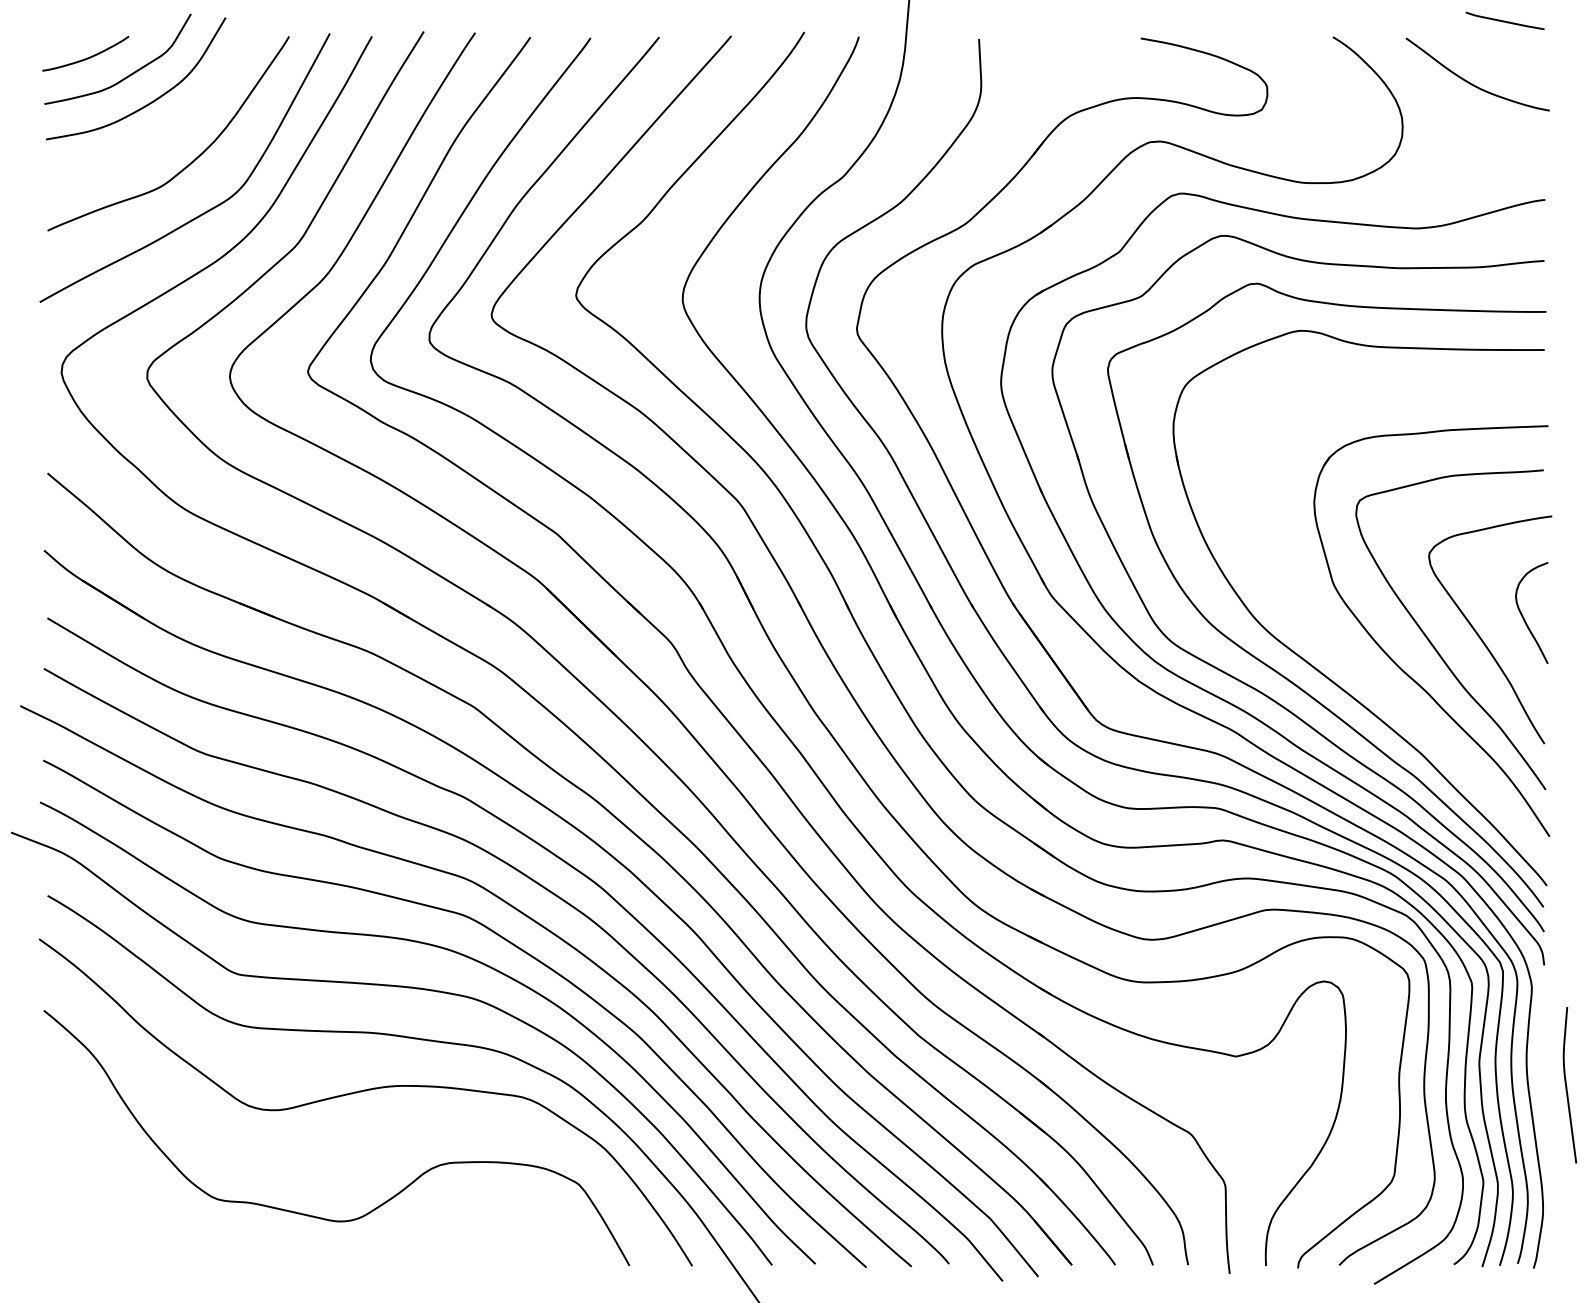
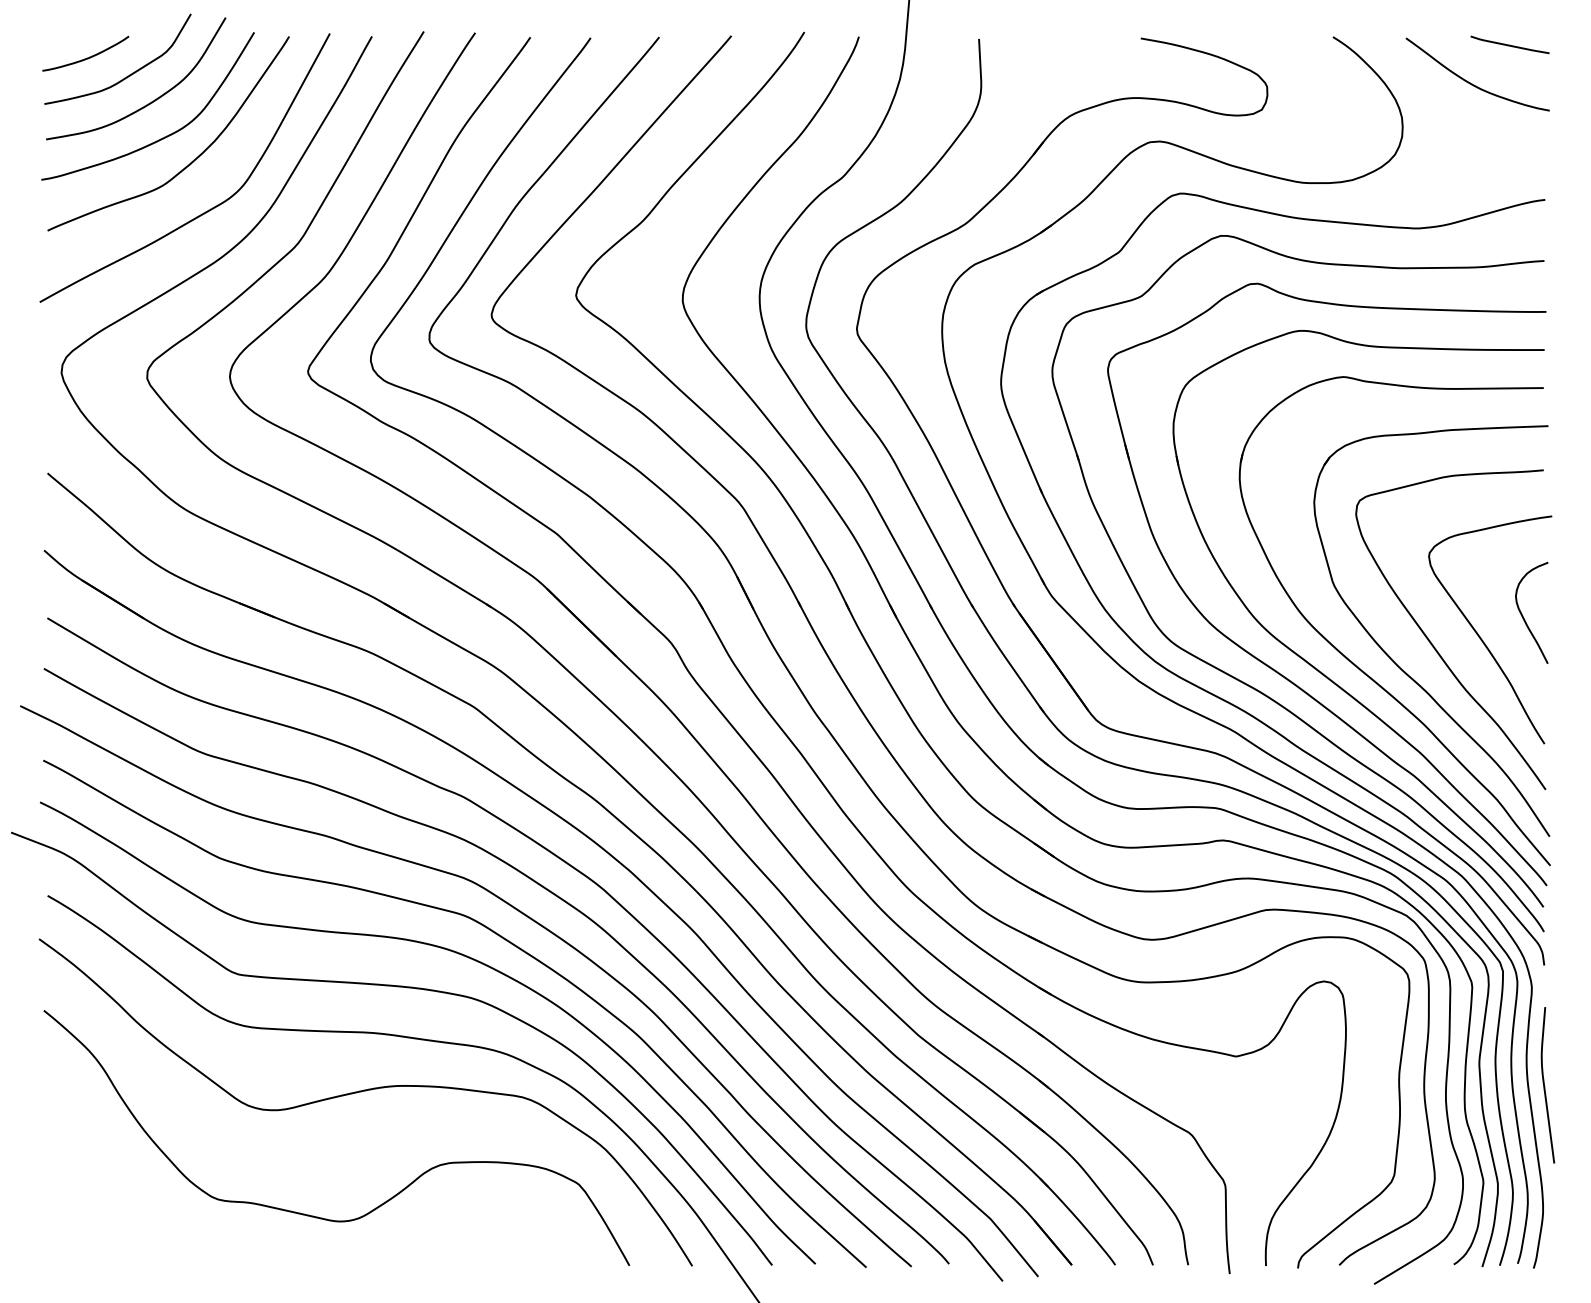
line at (1504, 20) position: (1504, 20) -> (1509, 44)
curve at (162, 137): none -> present
part at (1358, 666): none -> present
curve at (1567, 1086) position: (1567, 1086) -> (1545, 1086)
